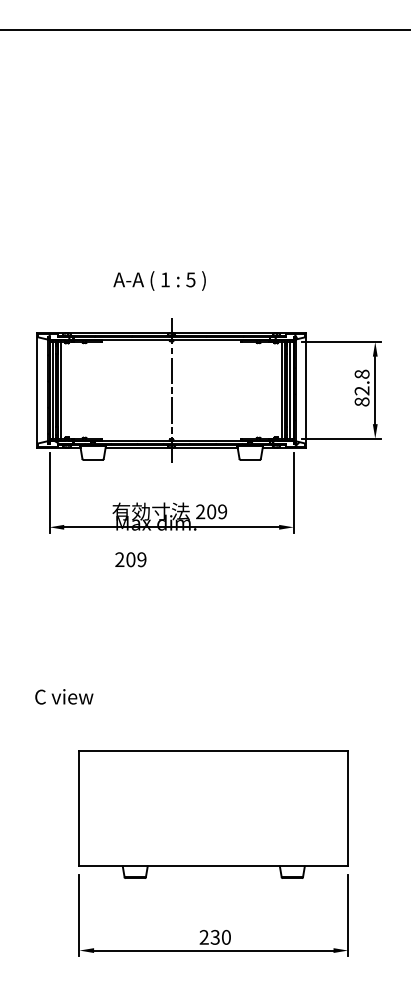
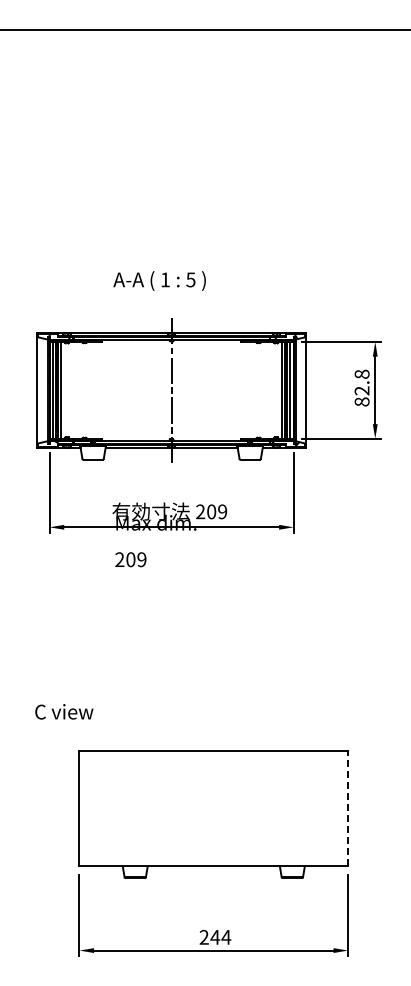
text at (64, 696) position: (64, 696) -> (64, 711)
line at (348, 808): solid -> dashed
text at (220, 936): 230 -> 244
